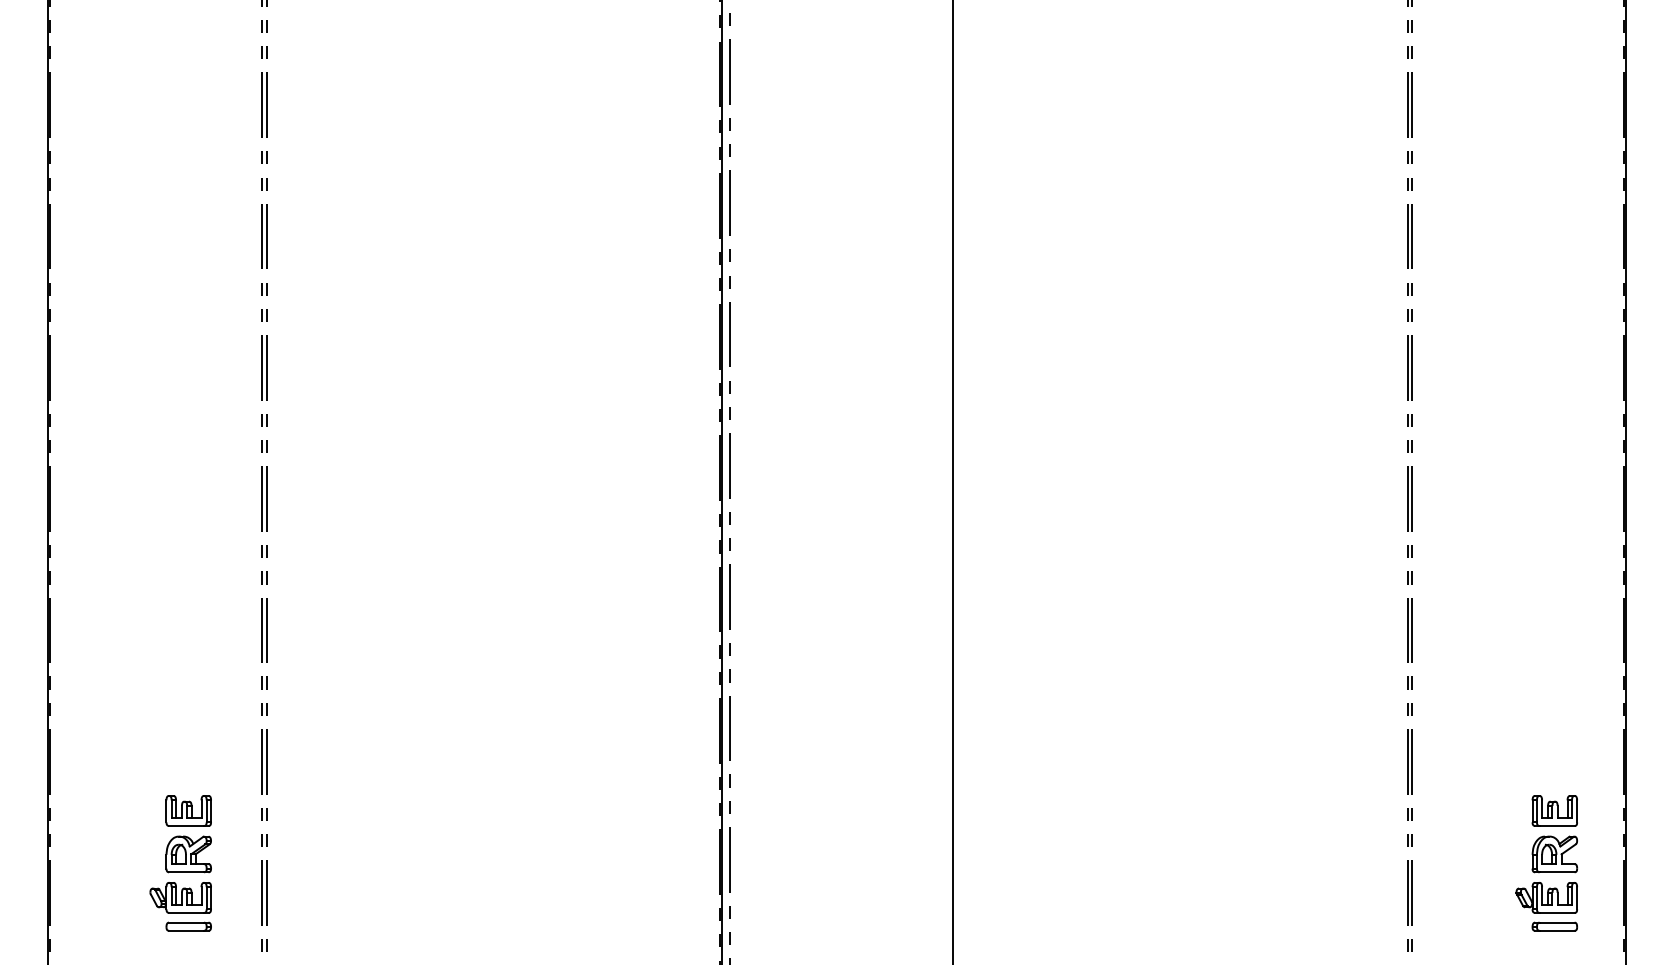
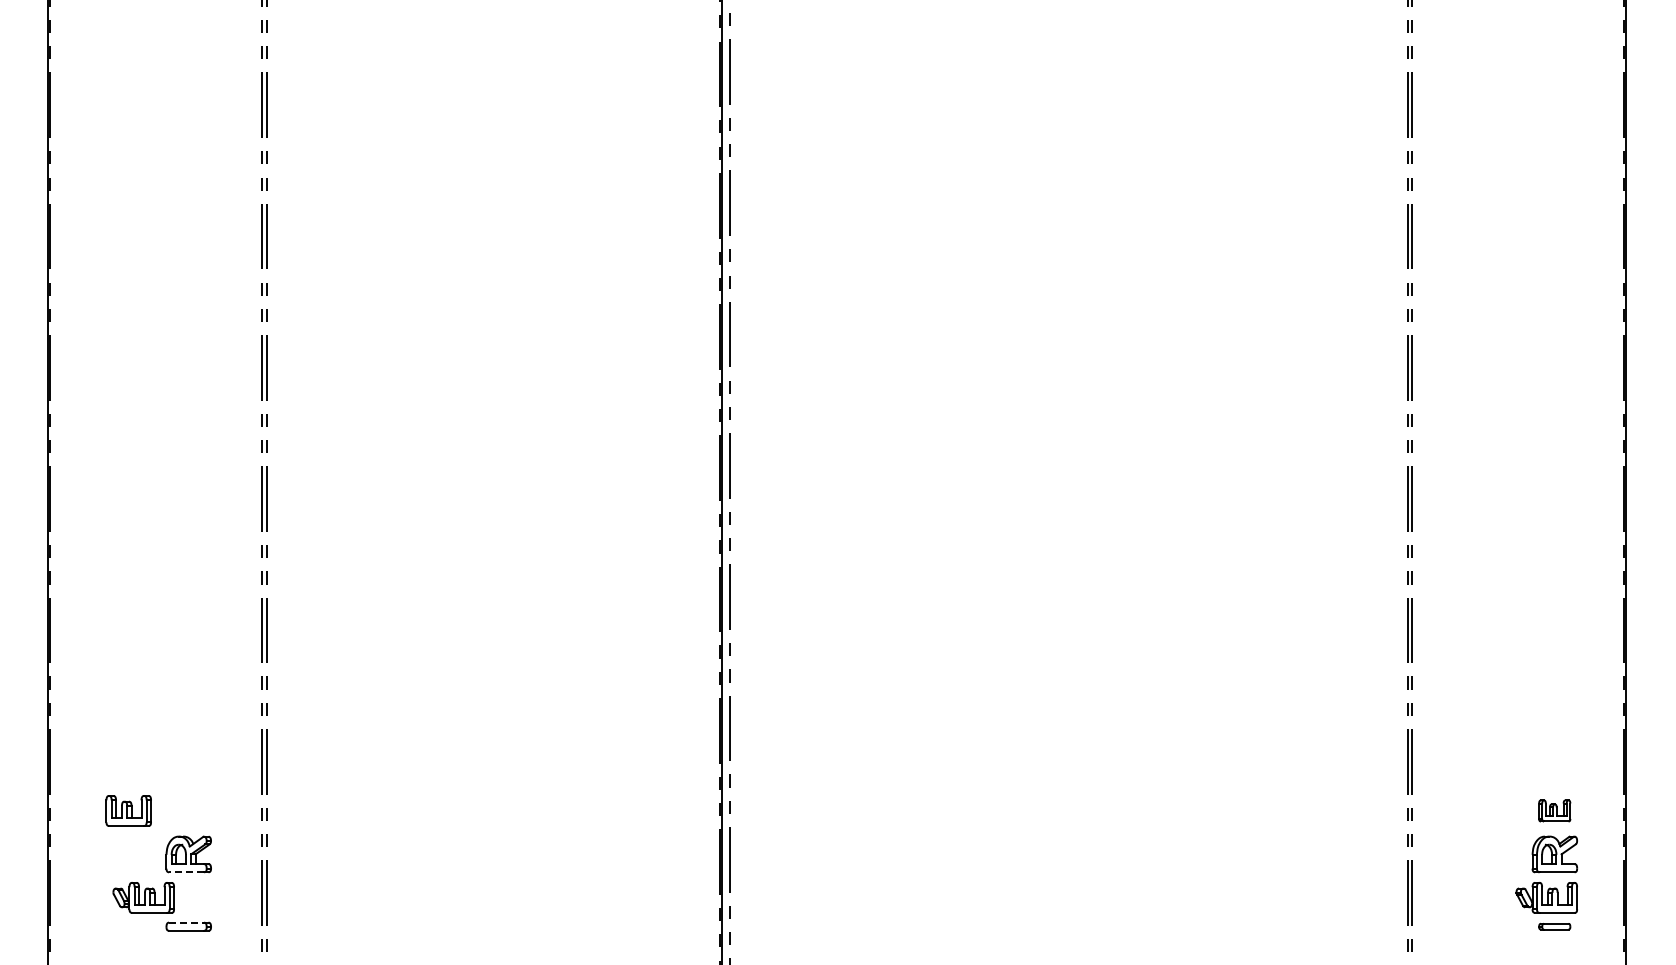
line at (952, 481): present -> none
part at (188, 810) position: (188, 810) -> (128, 810)
part at (1554, 810) size: 47x32 px -> 34x24 px
line at (186, 872): solid -> dashed
part at (180, 897) position: (180, 897) -> (143, 897)
line at (186, 922): solid -> dashed
part at (1554, 926) size: 47x11 px -> 34x8 px
